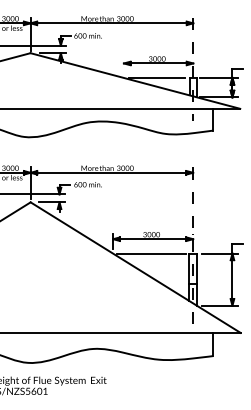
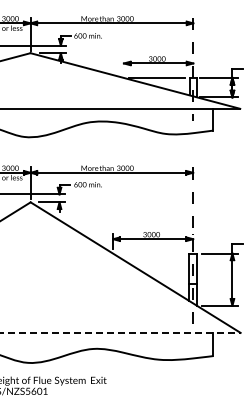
line at (150, 253): present -> none
line at (120, 332): solid -> dashed
